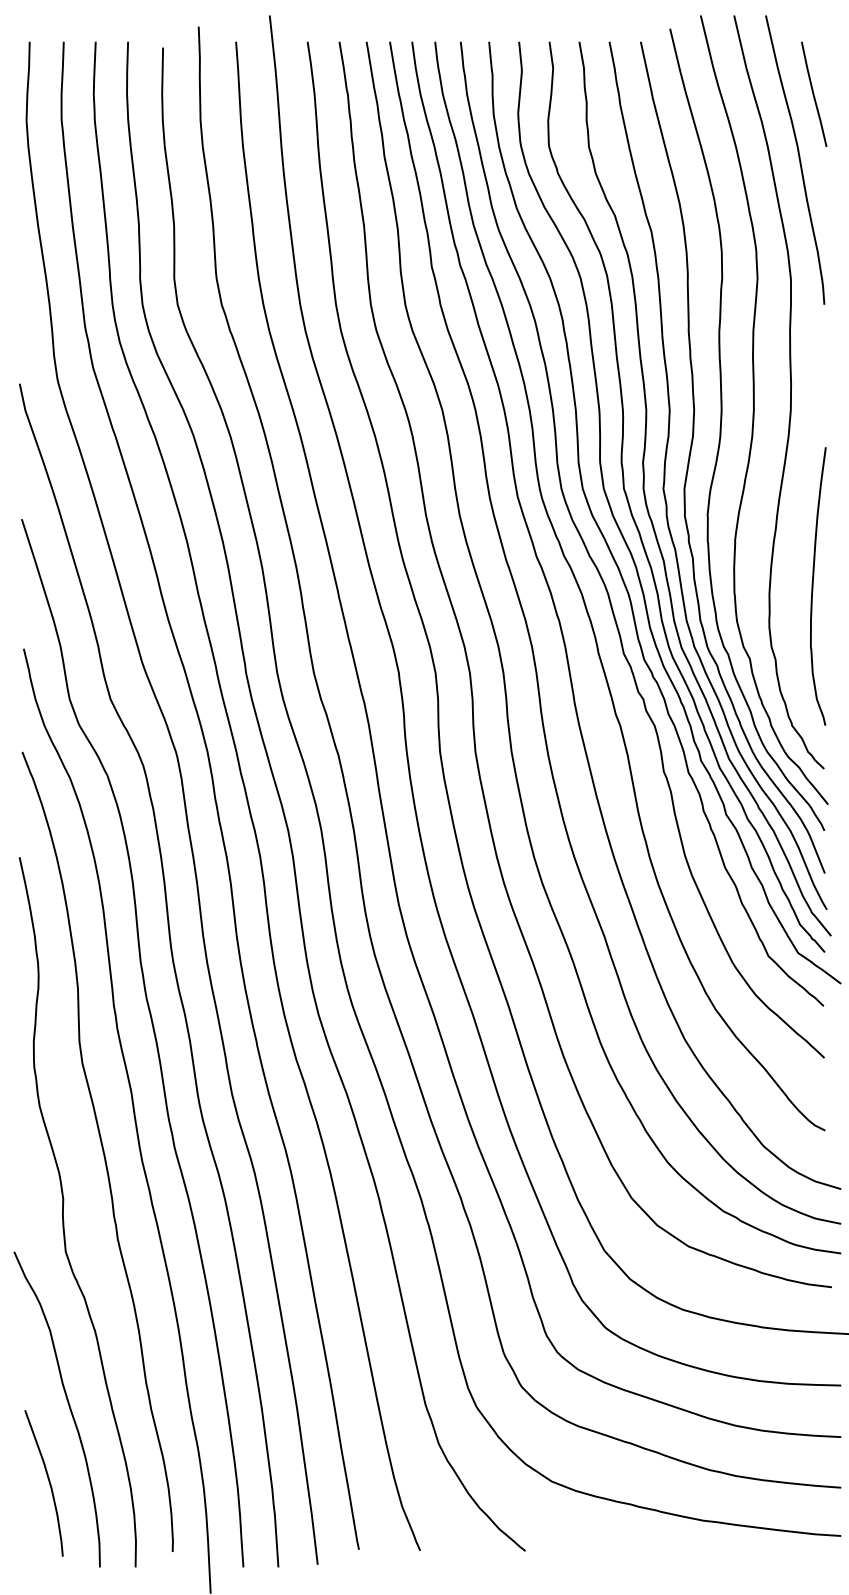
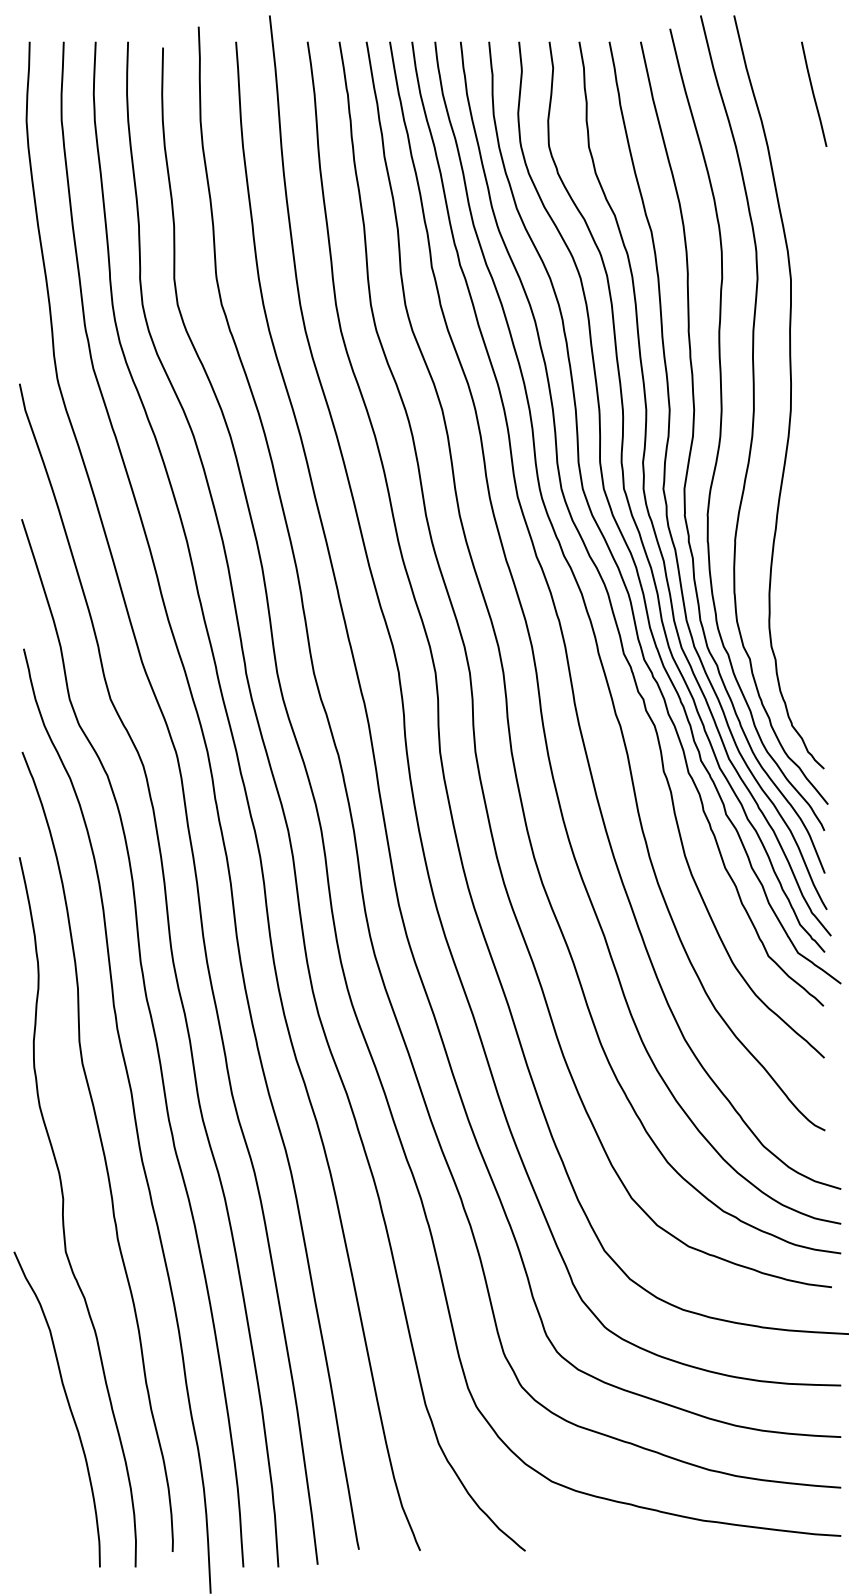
curve at (798, 158): present -> none
curve at (813, 586): present -> none
curve at (48, 1482): present -> none
